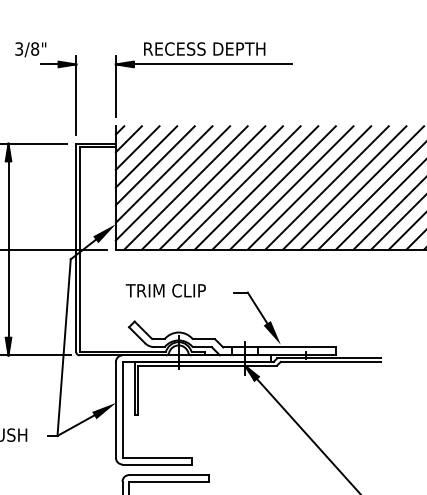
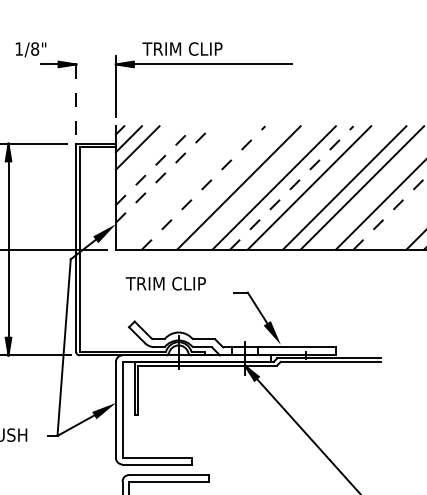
text at (18, 48): 3/8" -> 1/8"
text at (203, 48): RECESS DEPTH -> TRIM CLIP
line at (76, 95): solid -> dashed
line at (146, 156): present -> none
line at (155, 165): solid -> dashed
line at (164, 174): solid -> dashed
line at (172, 183): present -> none
line at (185, 187): present -> none
line at (203, 187): solid -> dashed
line at (220, 187): present -> none
line at (256, 187): present -> none
line at (292, 187): solid -> dashed
line at (326, 187): present -> none
line at (370, 196): present -> none
line at (390, 213): solid -> dashed
line at (397, 222): present -> none
line at (405, 231): present -> none
text at (165, 290) position: (165, 290) -> (165, 283)
